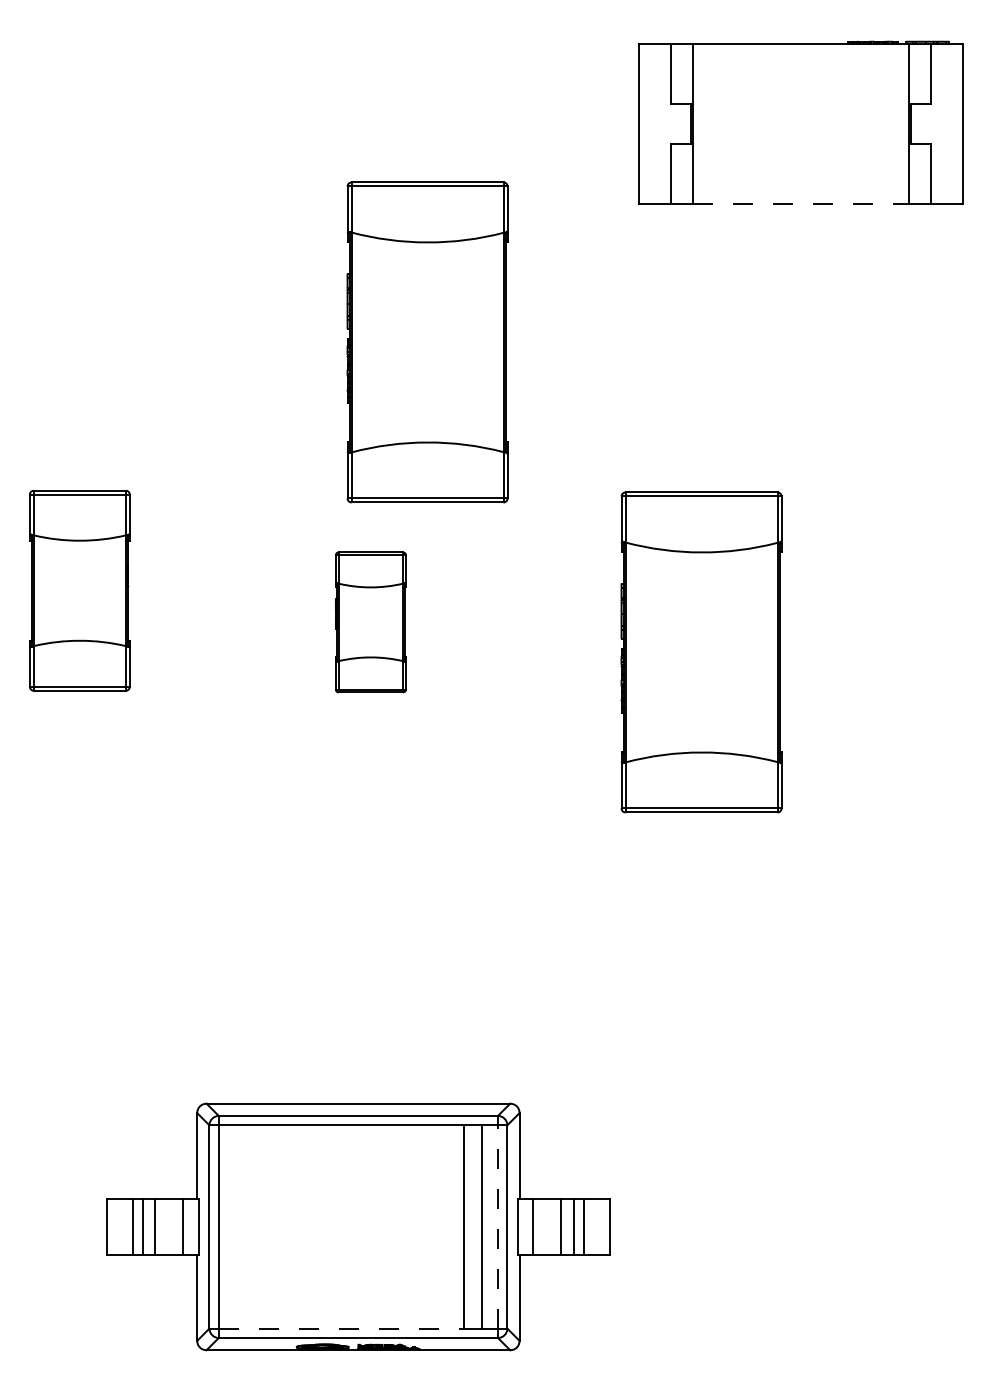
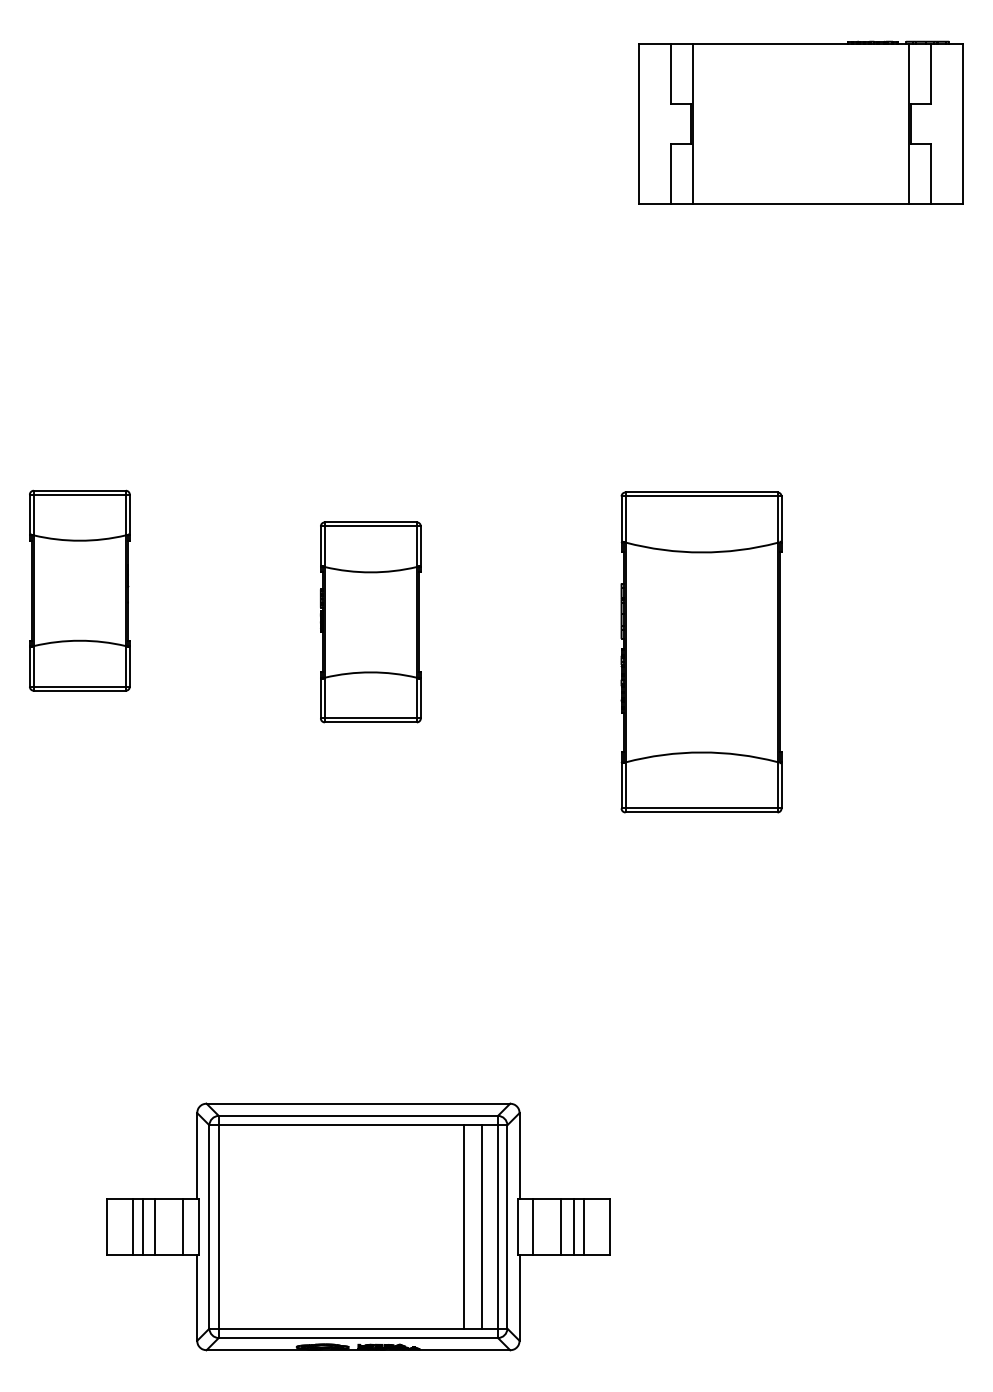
line at (801, 203): dashed -> solid
part at (427, 342): present -> none
part at (370, 622) size: 72x143 px -> 102x203 px
line at (498, 1226): dashed -> solid
line at (341, 1328): dashed -> solid
